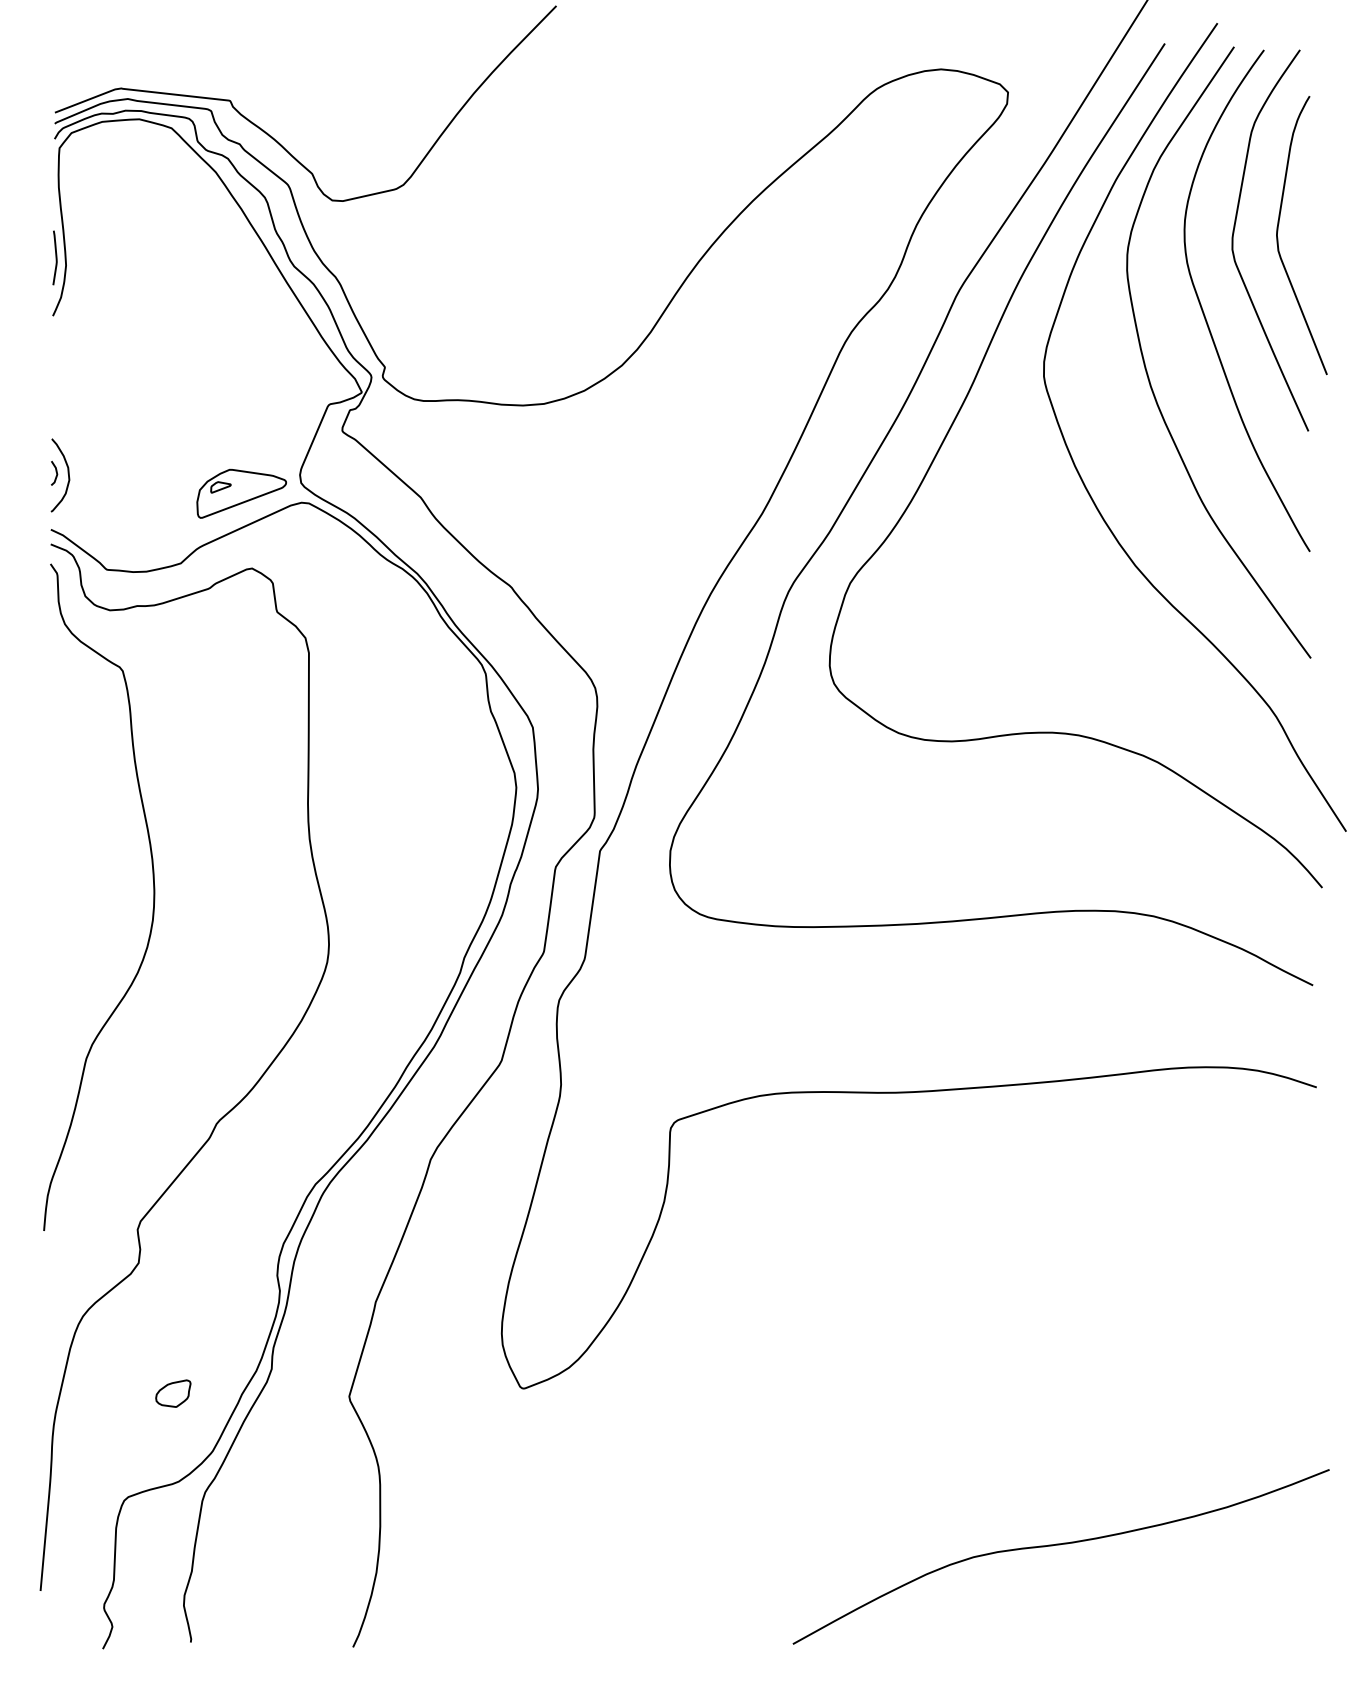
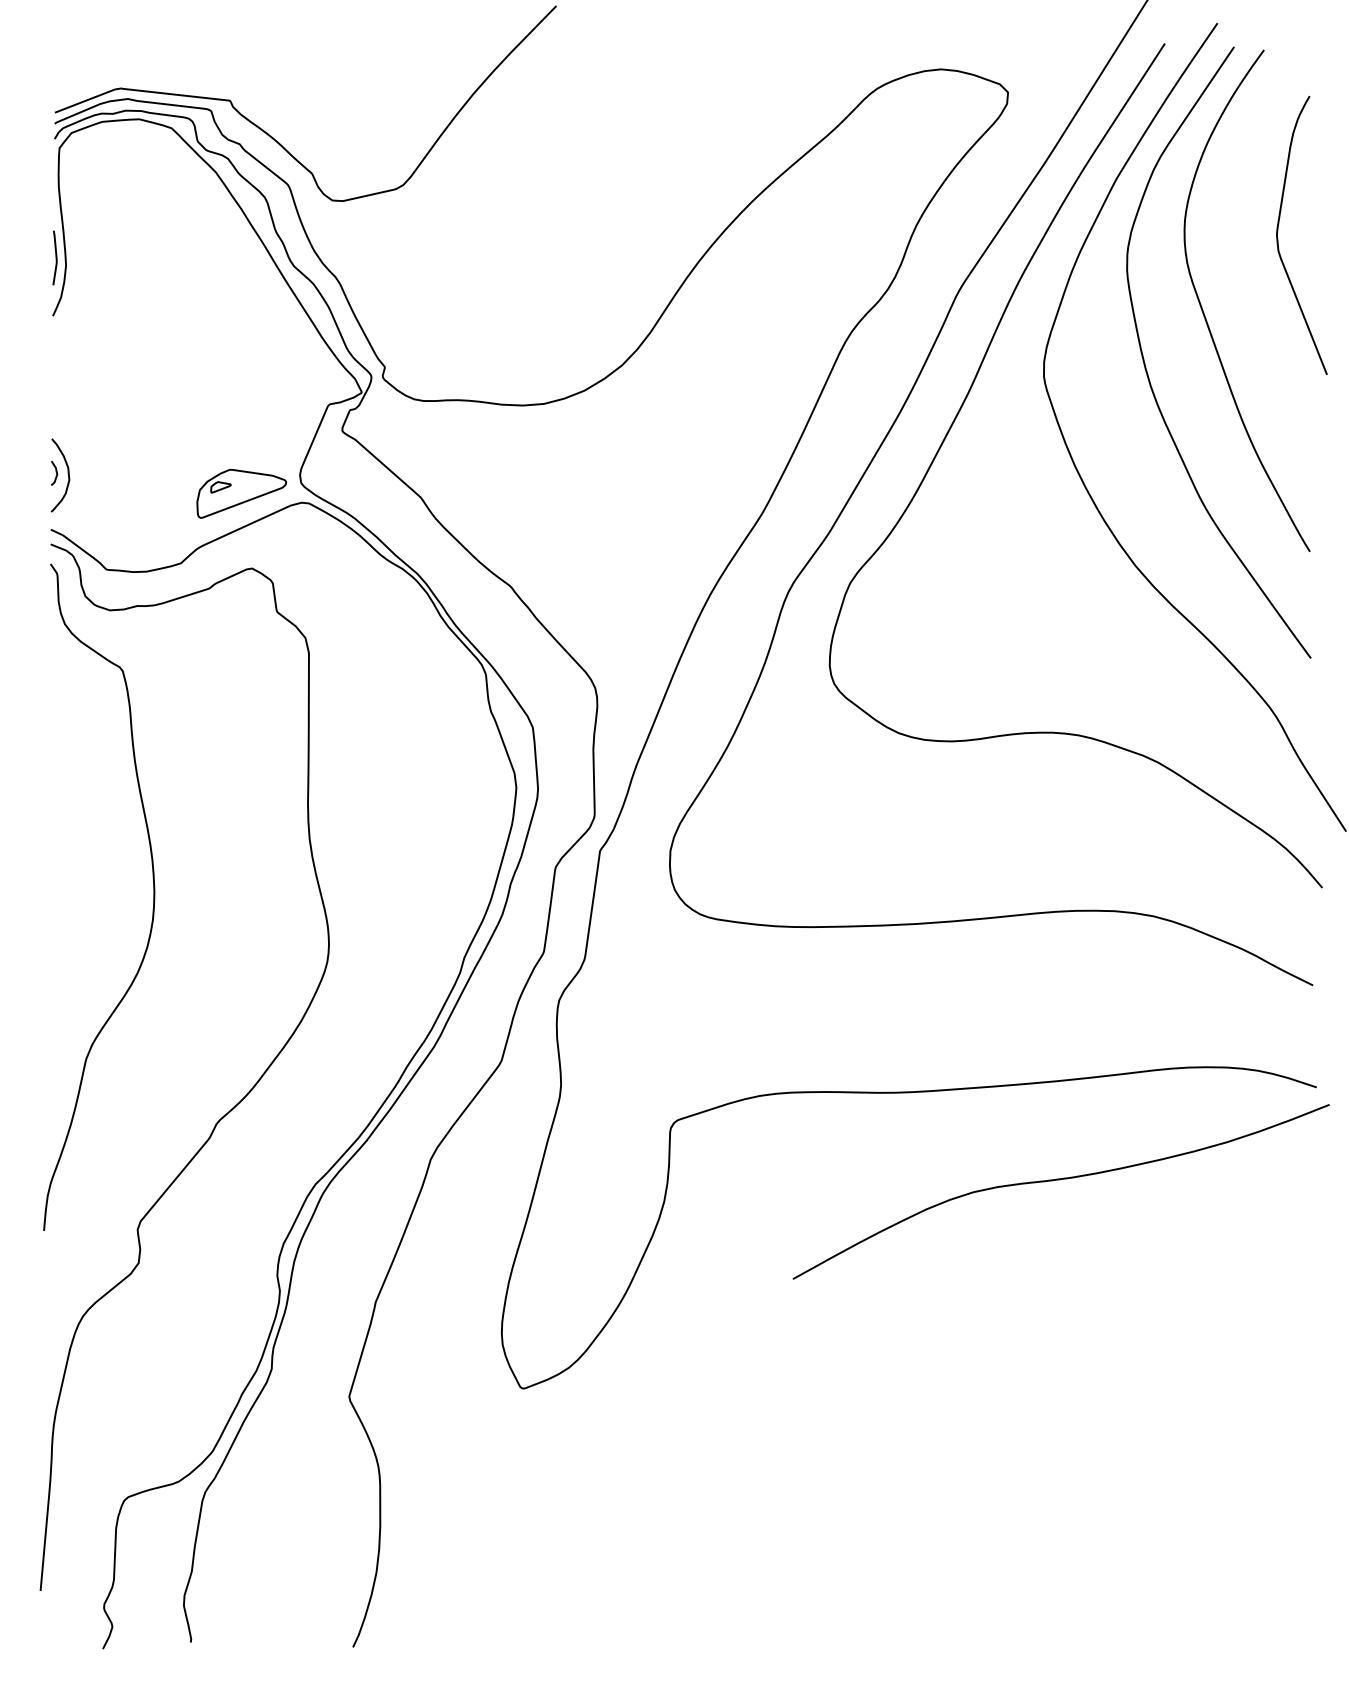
curve at (1234, 233): present -> none
part at (173, 1393): present -> none
curve at (1060, 1545) position: (1060, 1545) -> (1060, 1180)
